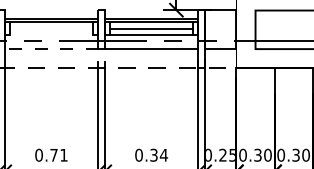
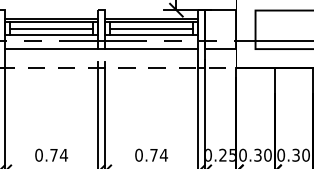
line at (51, 28): none -> present
line at (51, 34): none -> present
line at (51, 48): dashed -> solid
text at (153, 154): 0.34 -> 0.74
text at (63, 155): 0.71 -> 0.74
